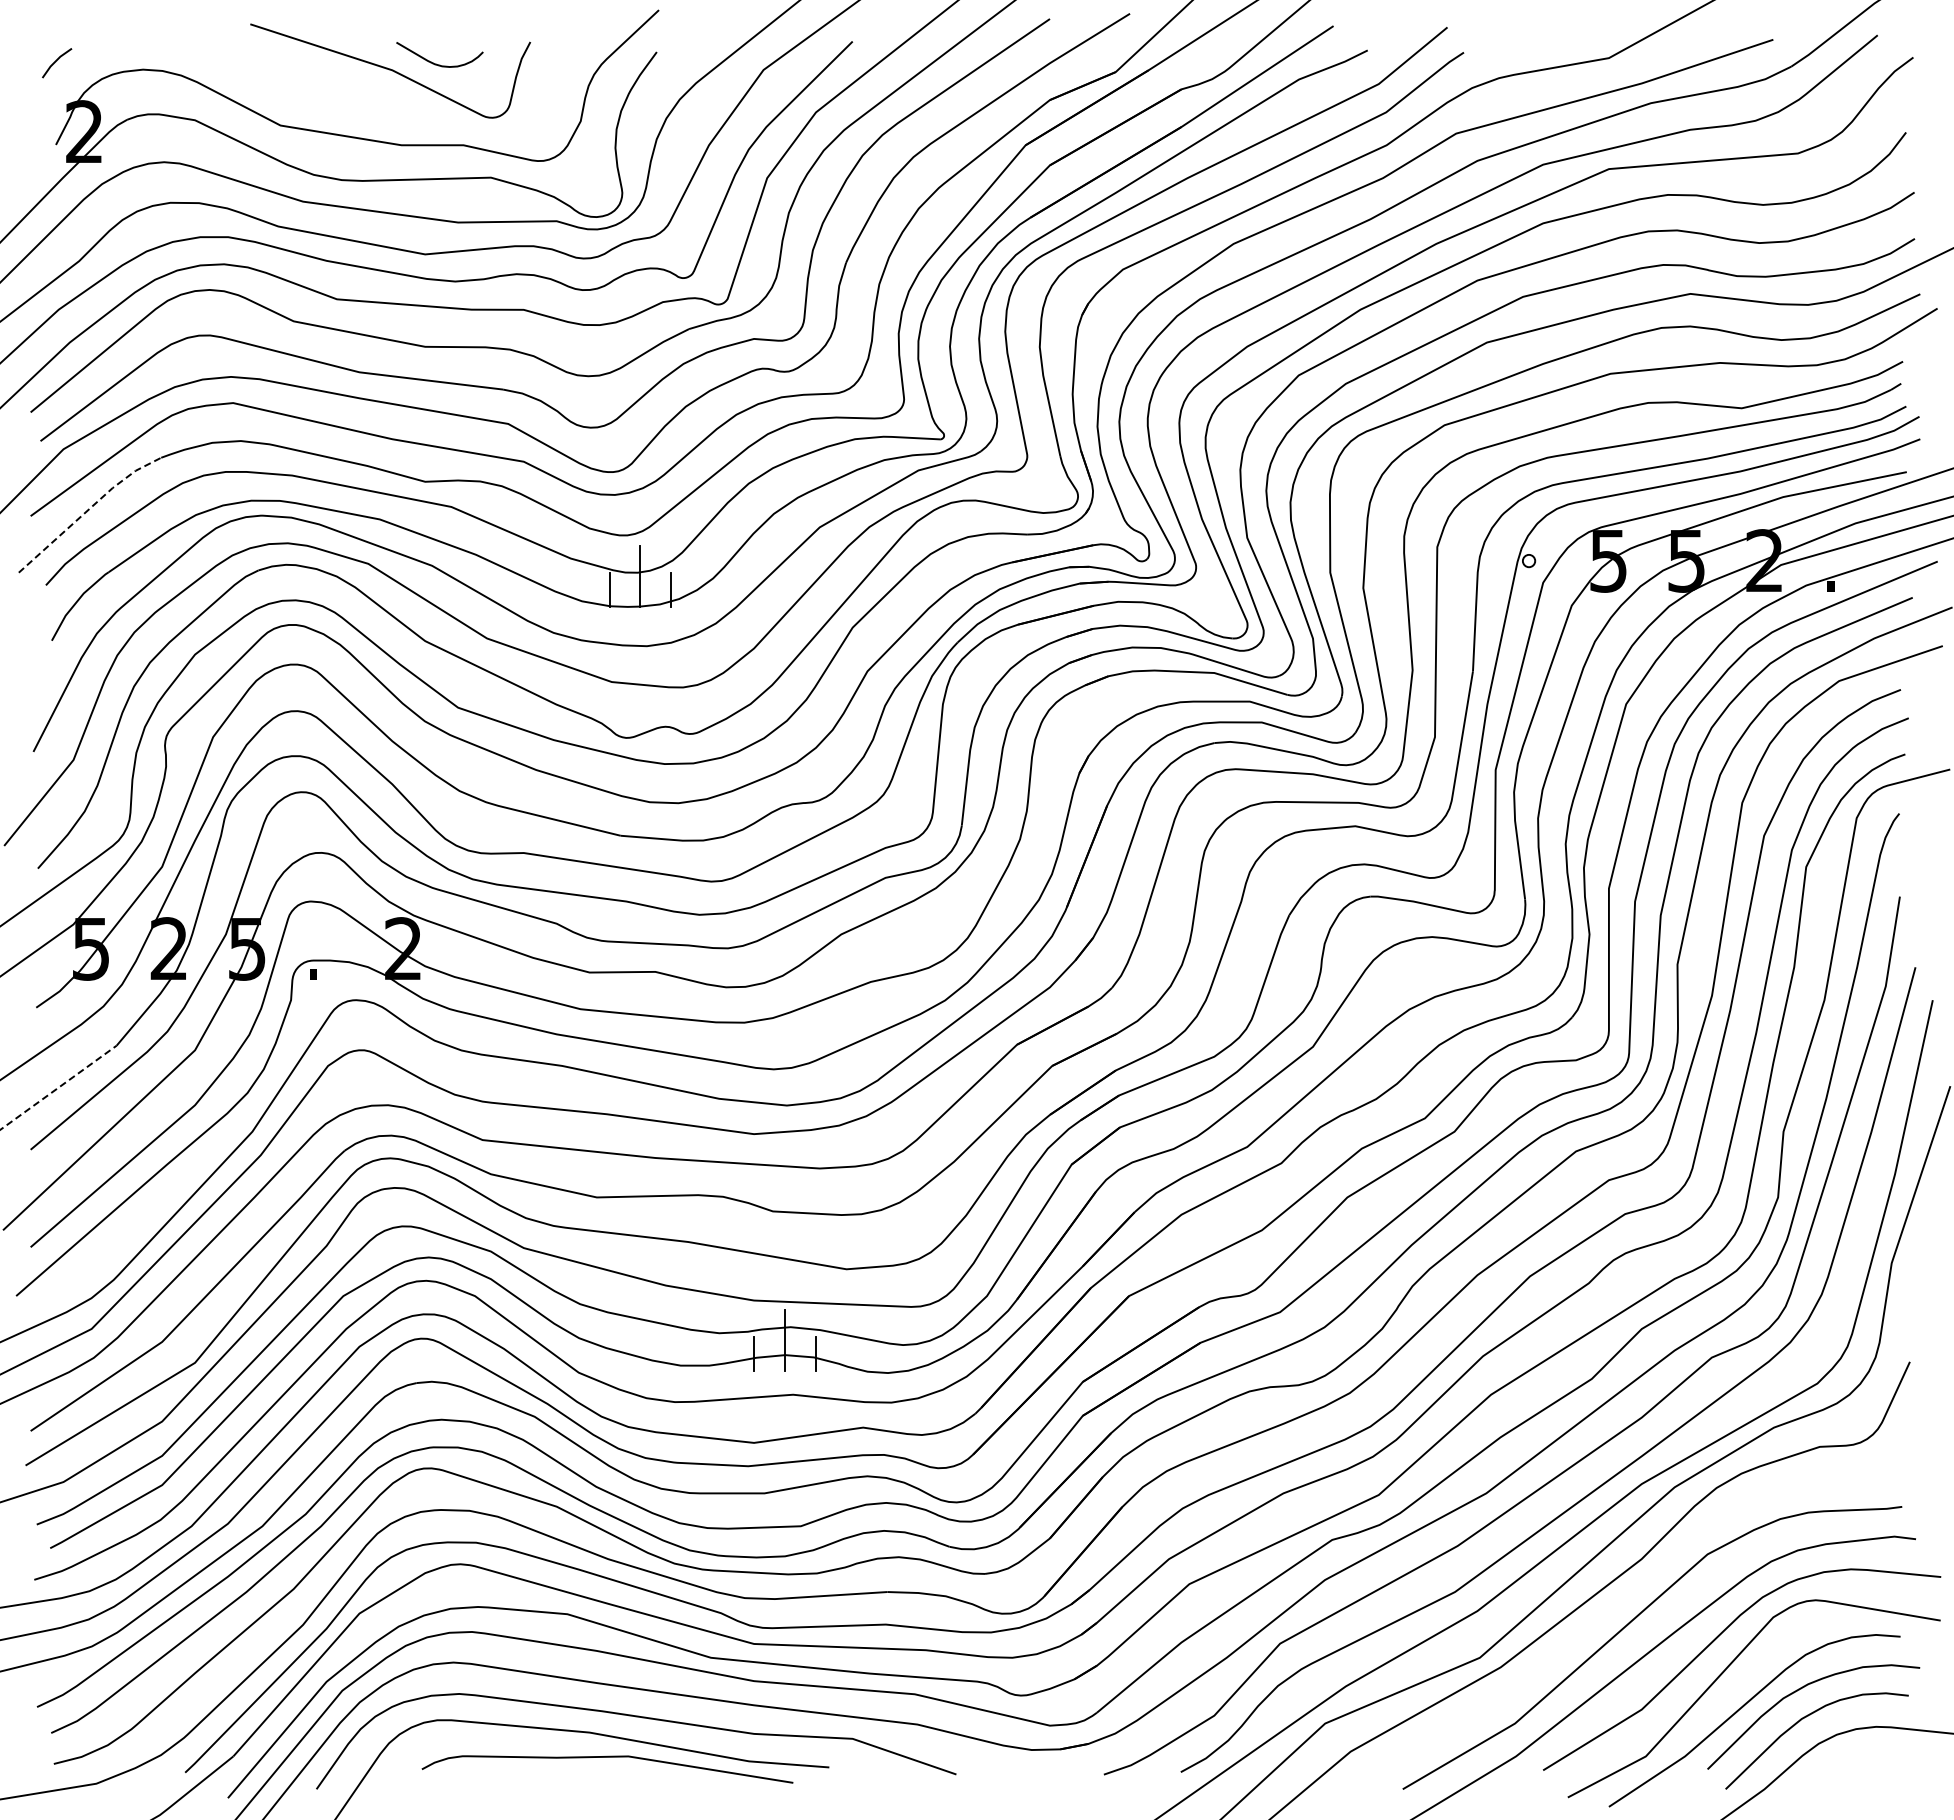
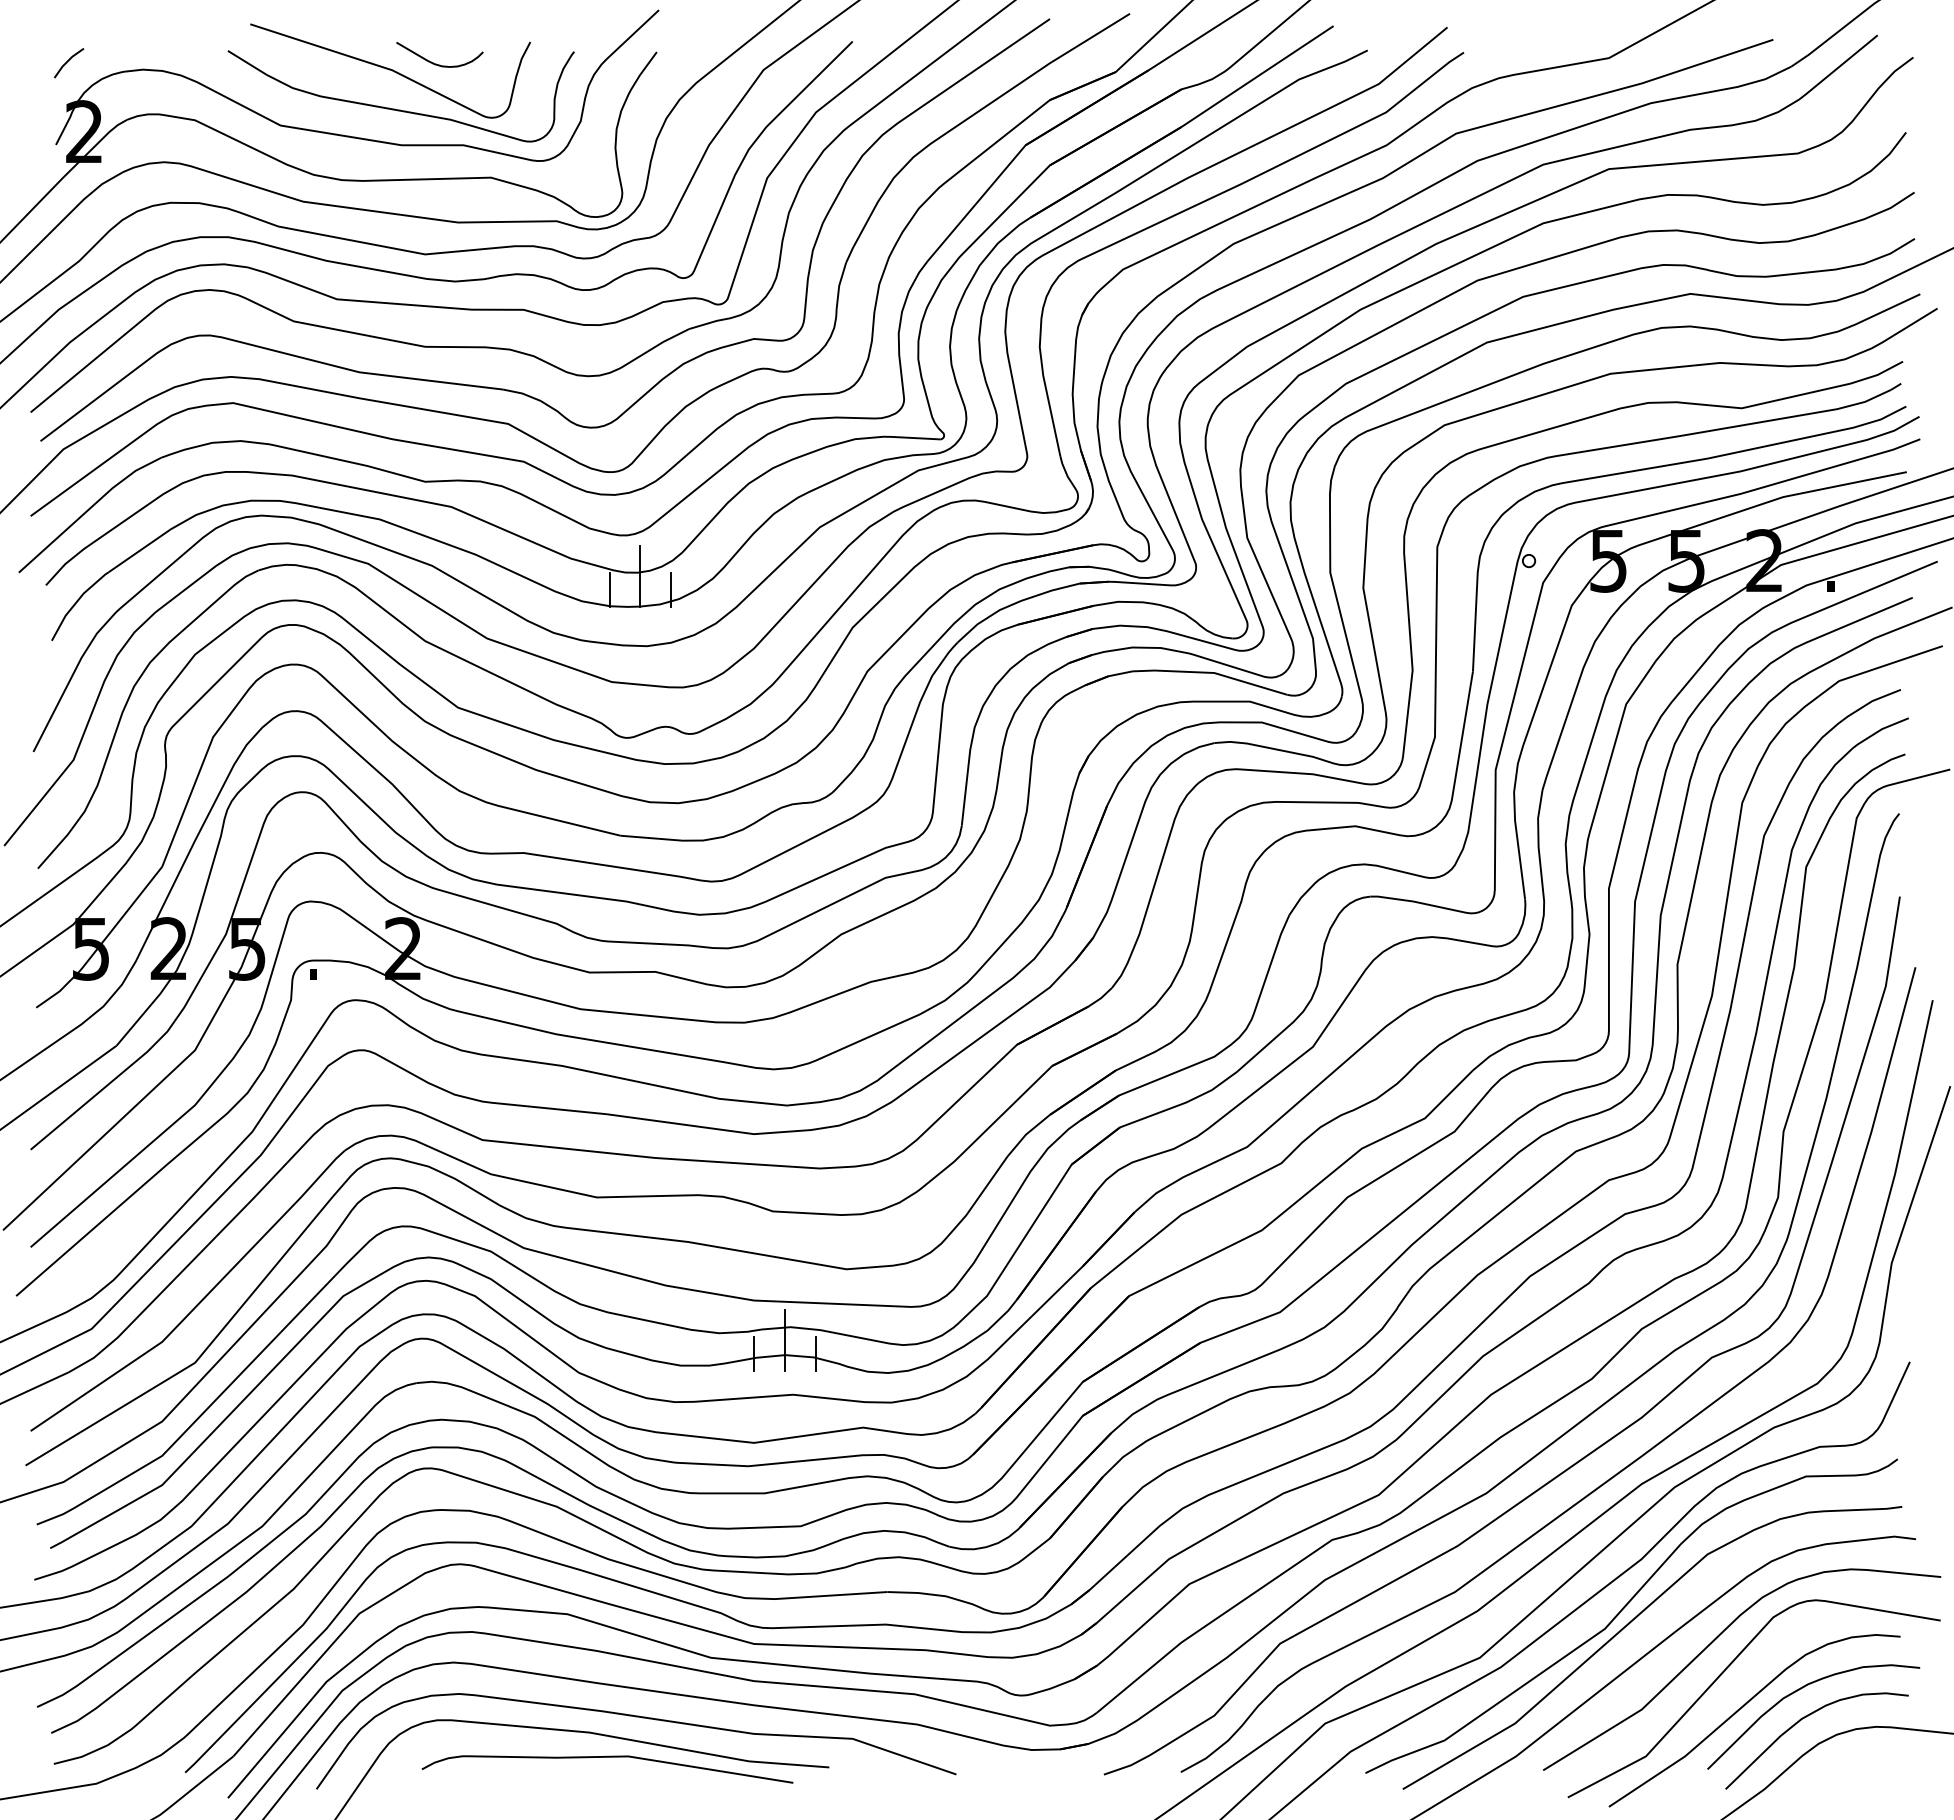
line at (56, 61) position: (56, 61) -> (68, 61)
curve at (400, 109): none -> present
line at (88, 510): dashed -> solid
line at (58, 1087): dashed -> solid
curve at (1624, 1608): none -> present
